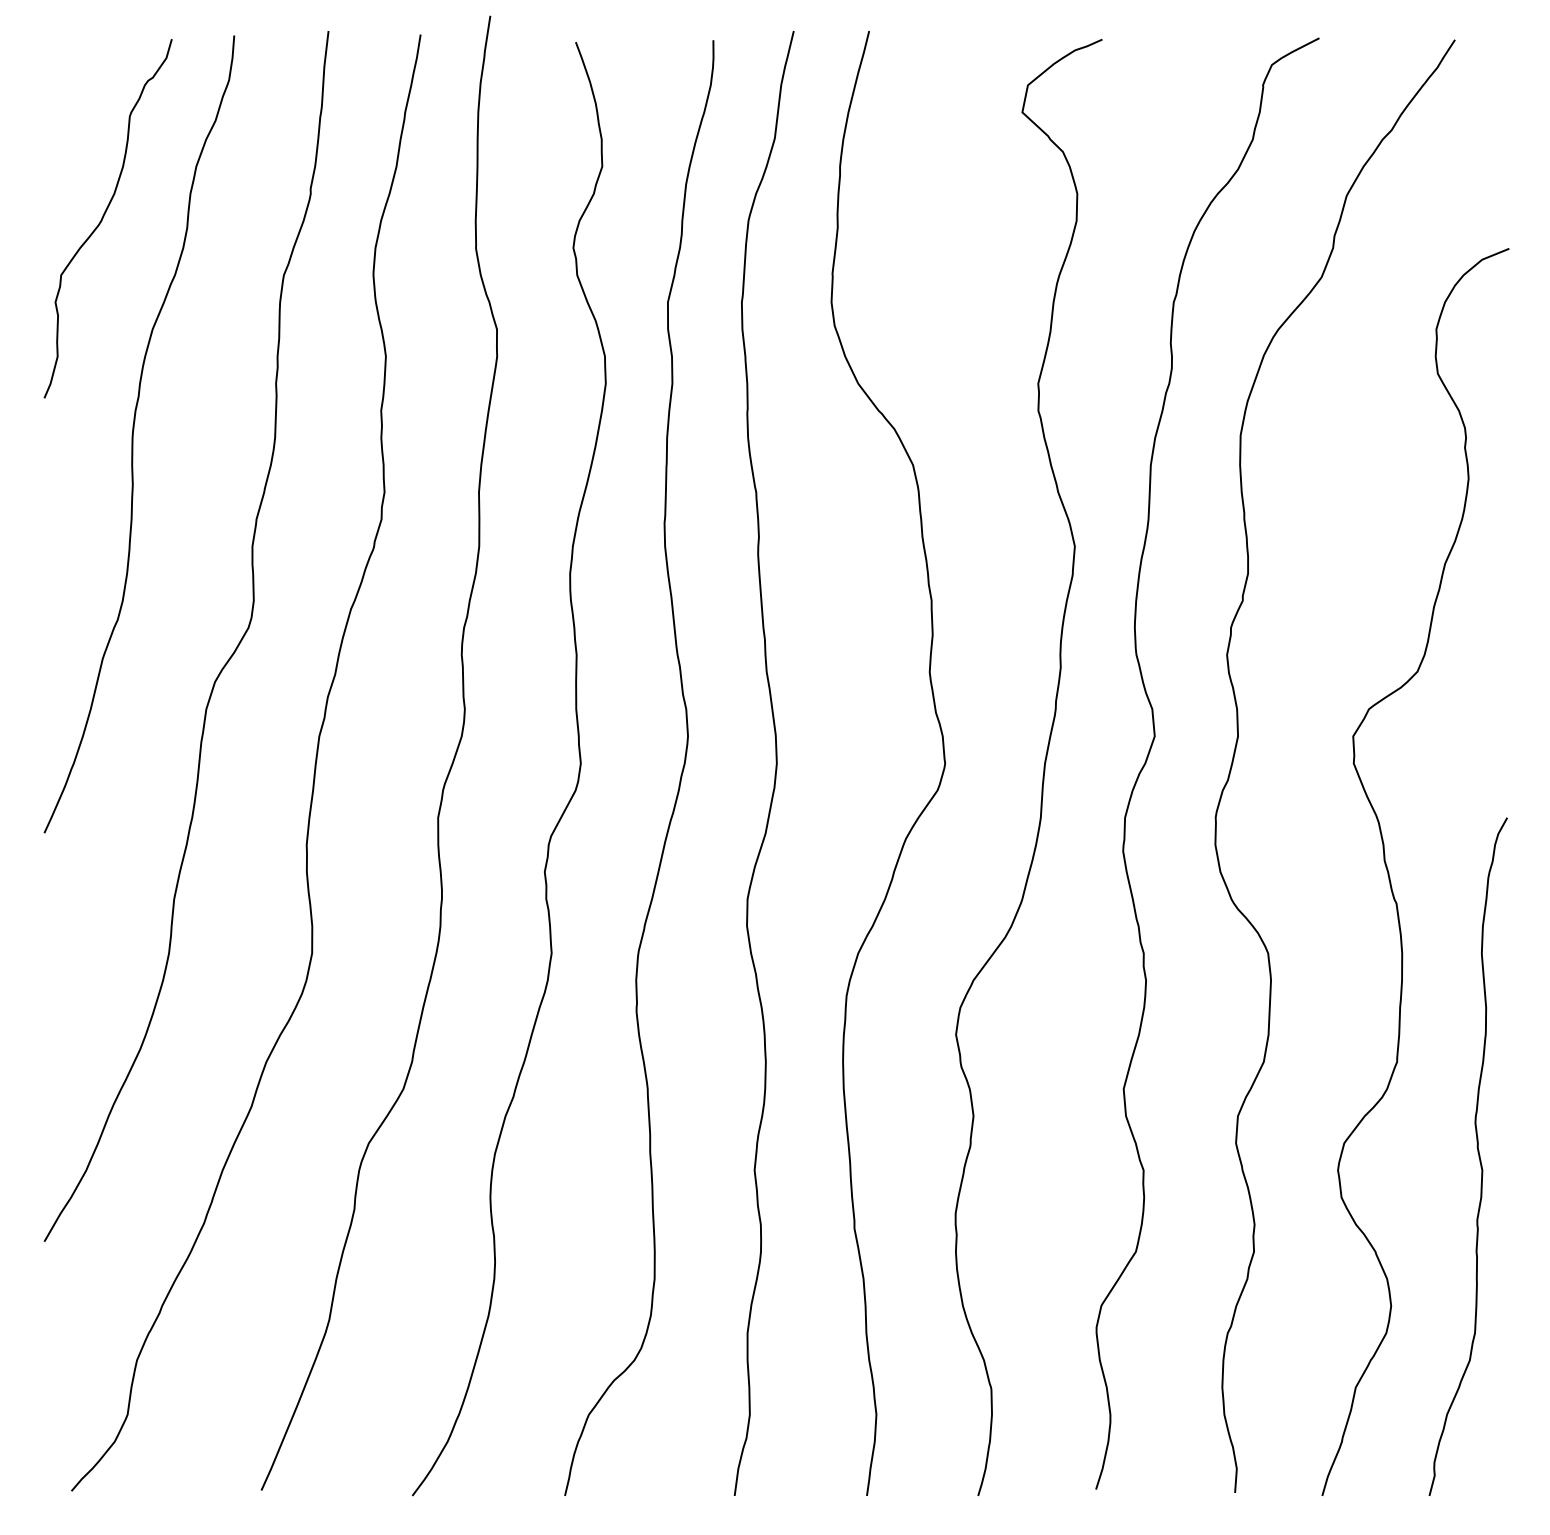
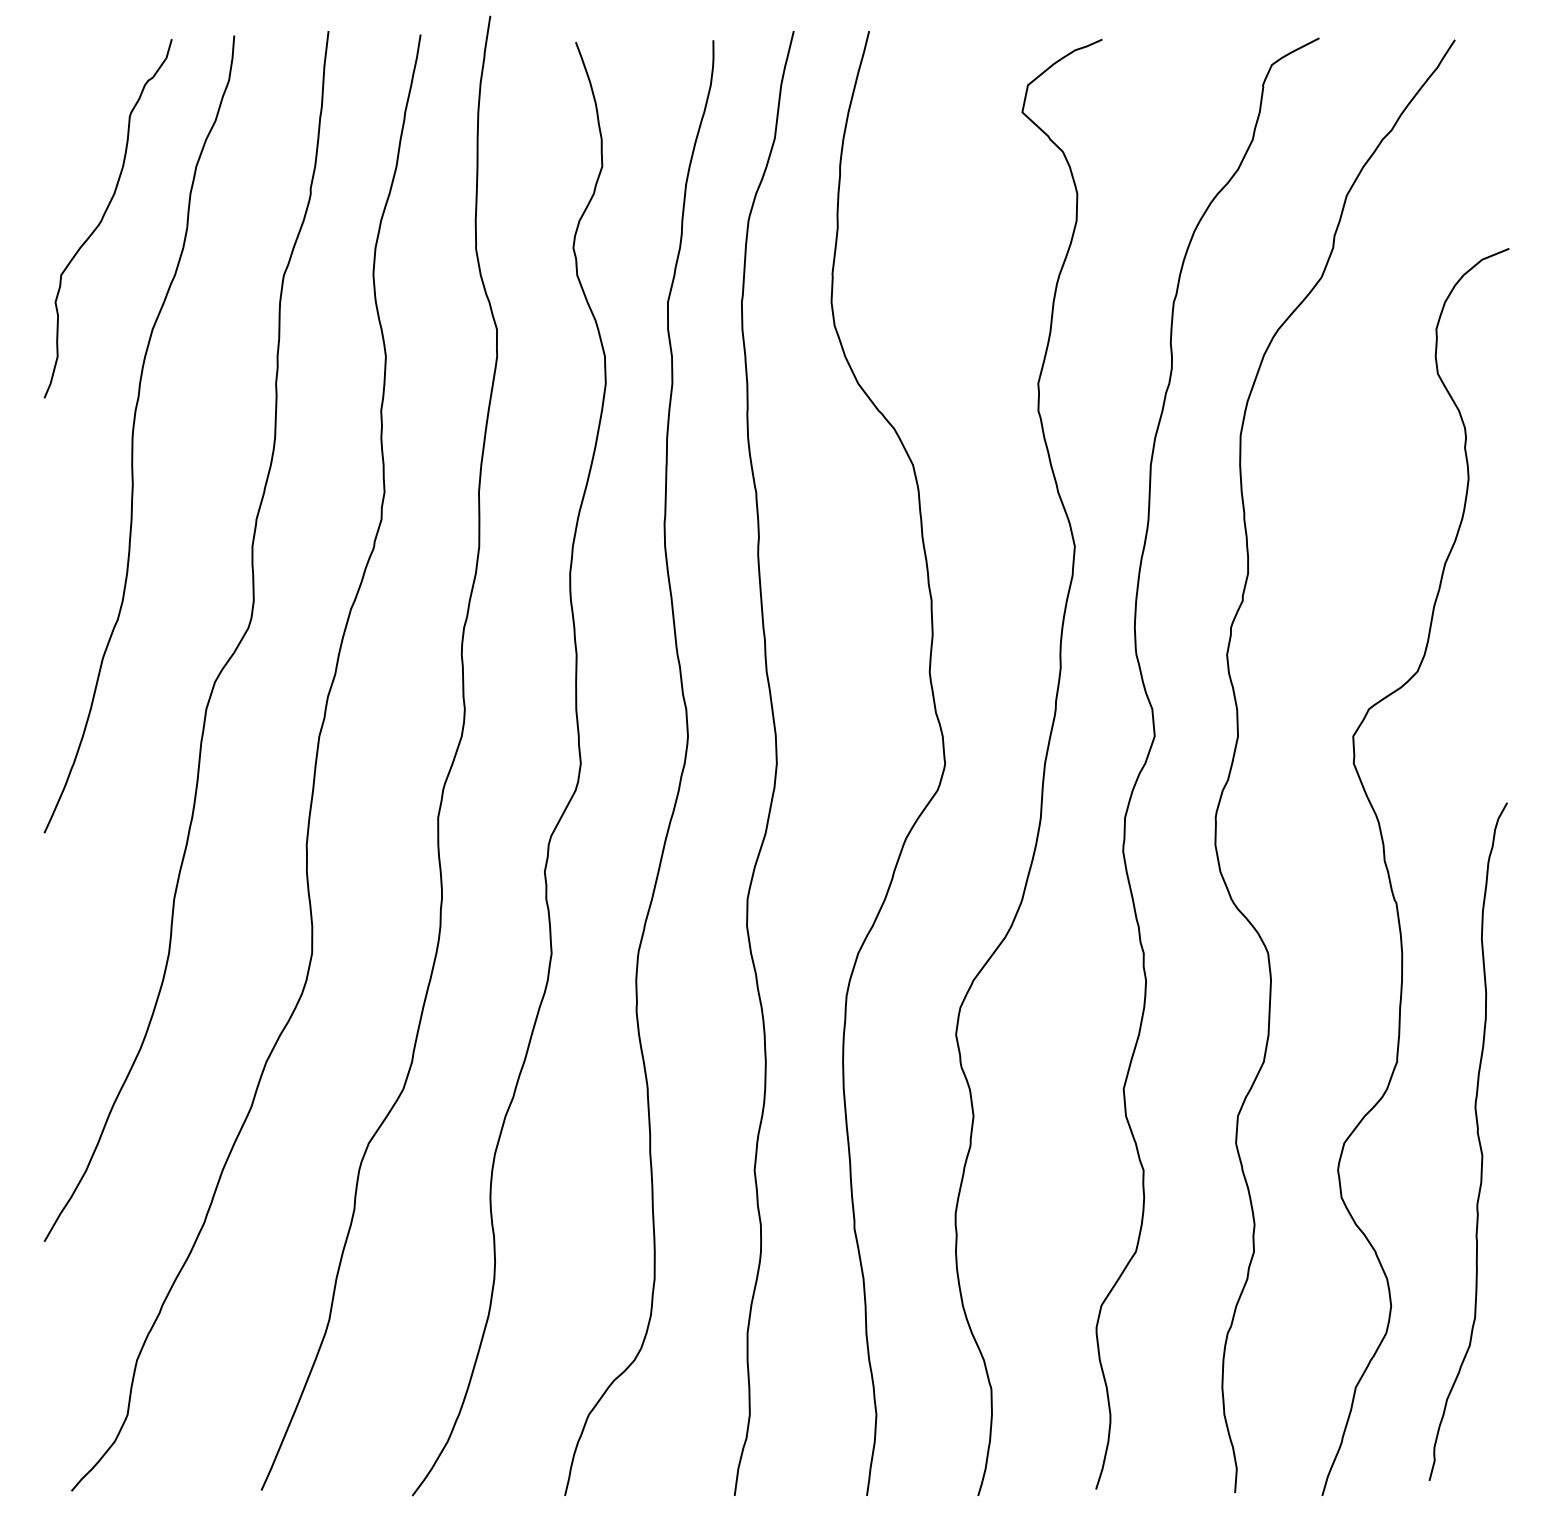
curve at (1477, 1152) position: (1477, 1152) -> (1477, 1137)
